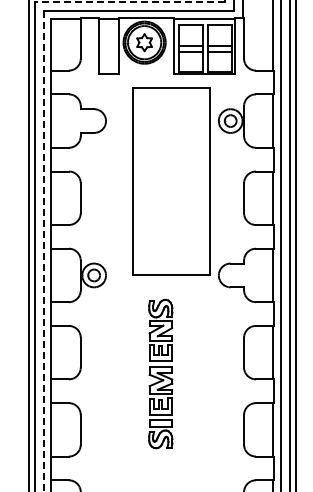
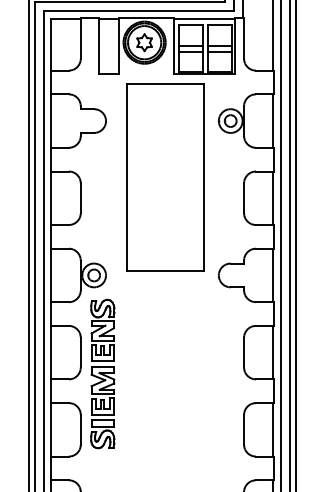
line at (129, 2): dashed -> solid
part at (171, 181) position: (171, 181) -> (165, 177)
line at (43, 251): dashed -> solid
part at (160, 374) position: (160, 374) -> (102, 374)
